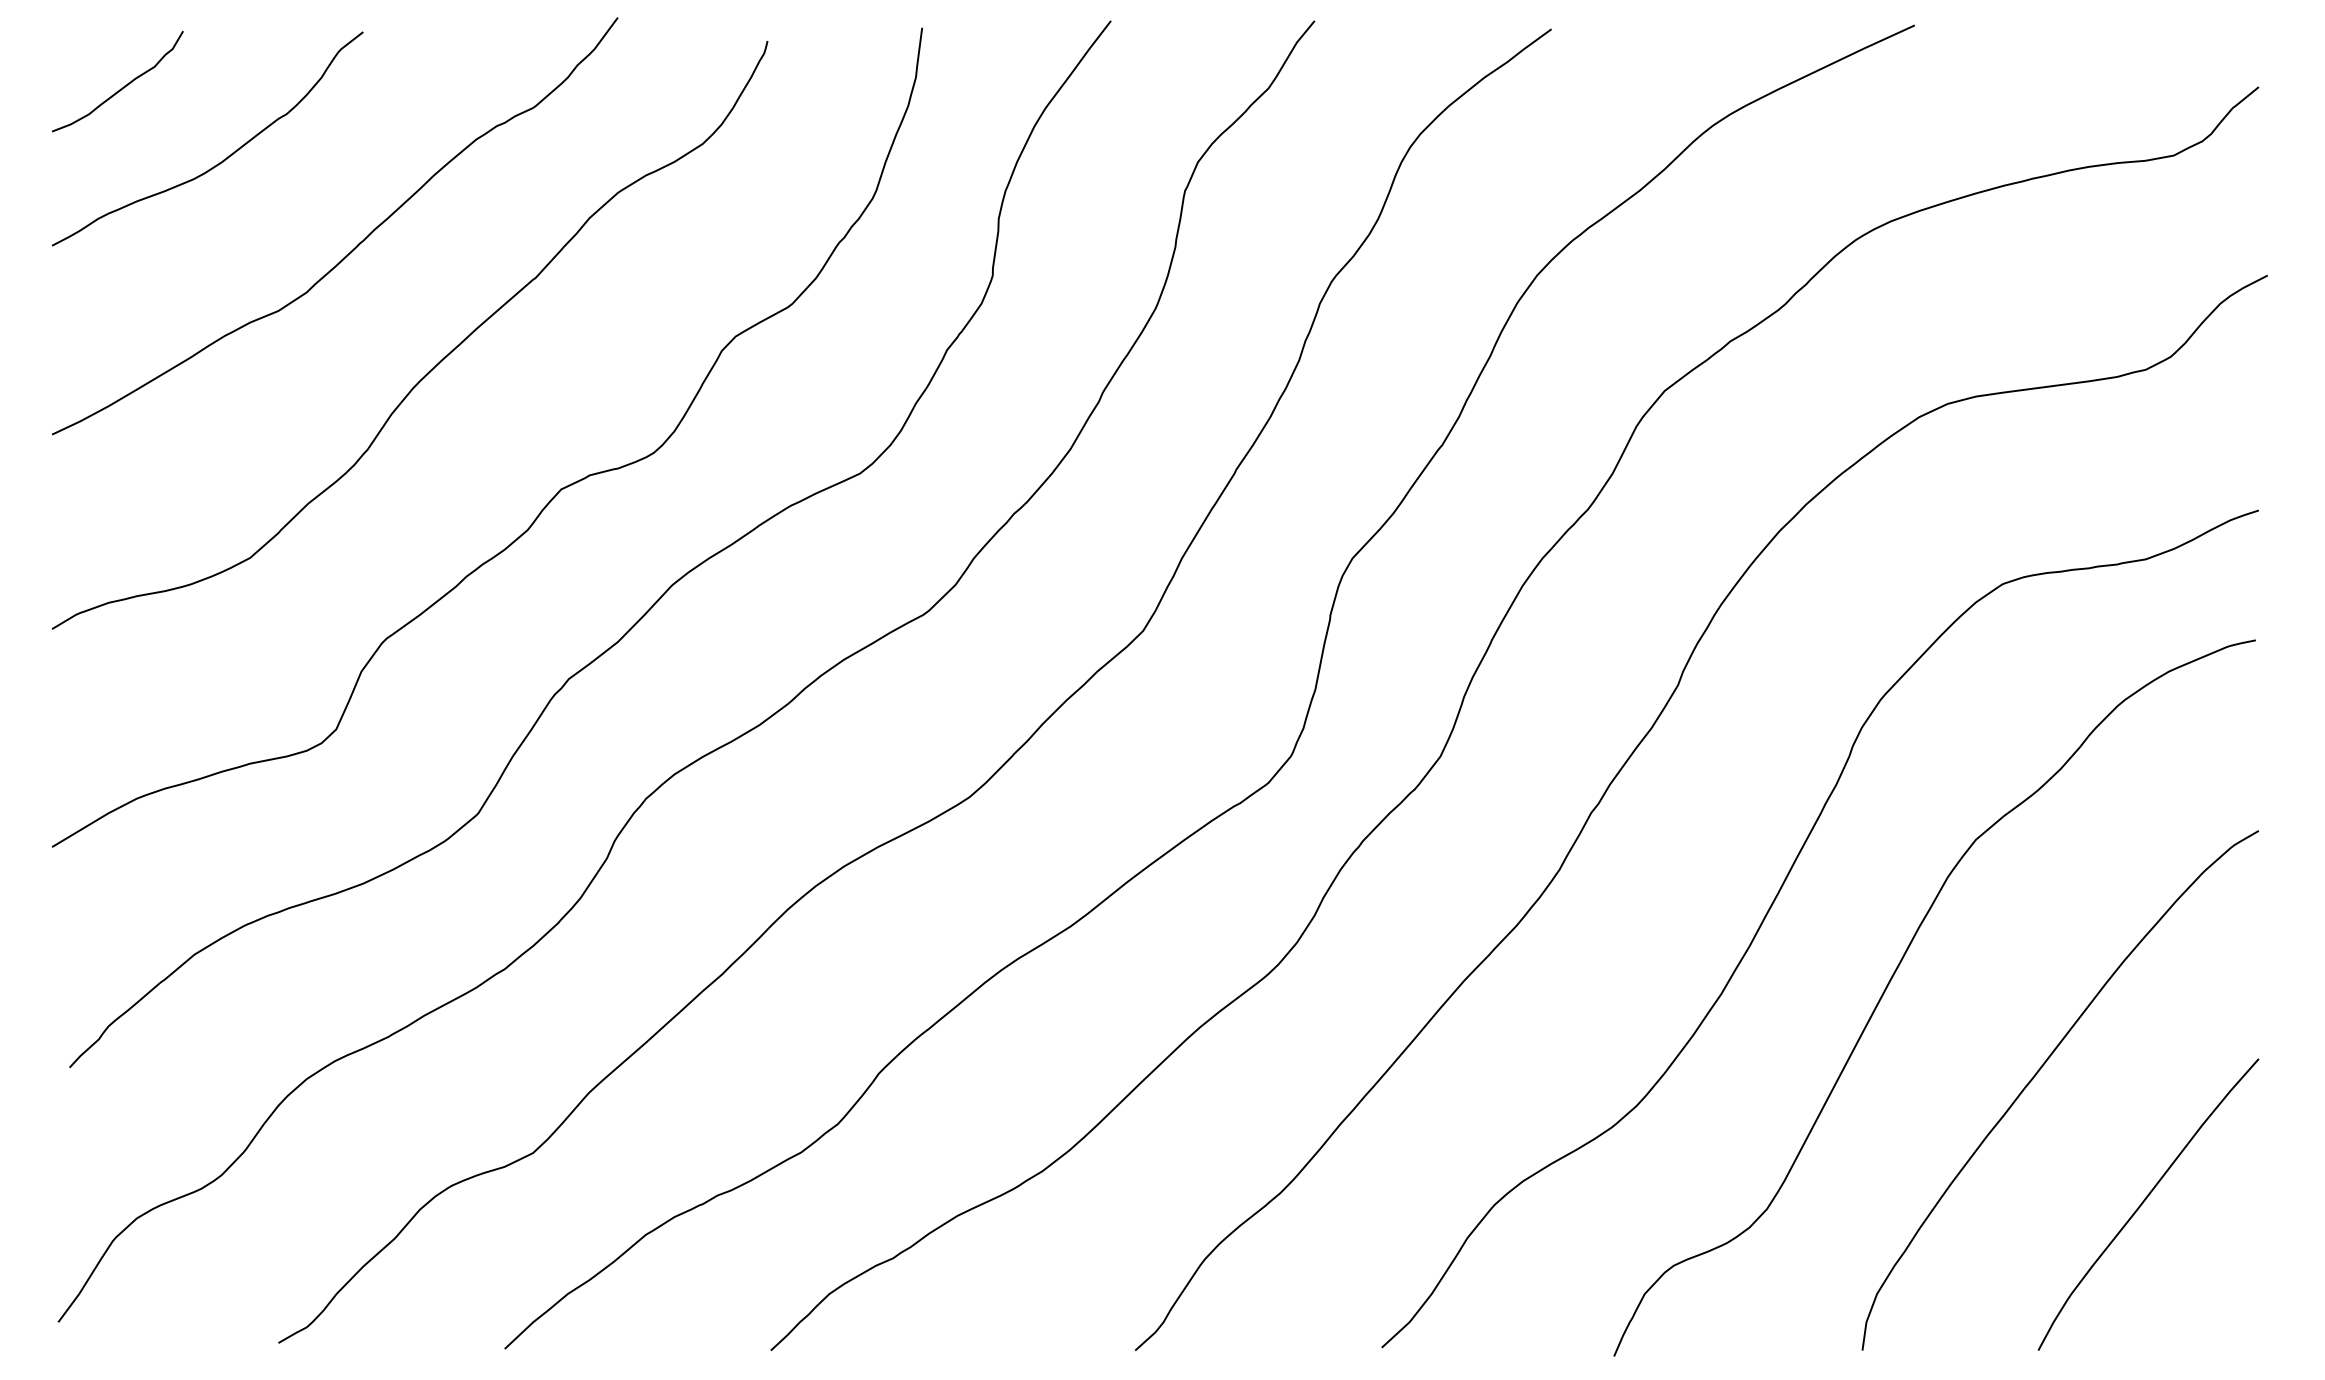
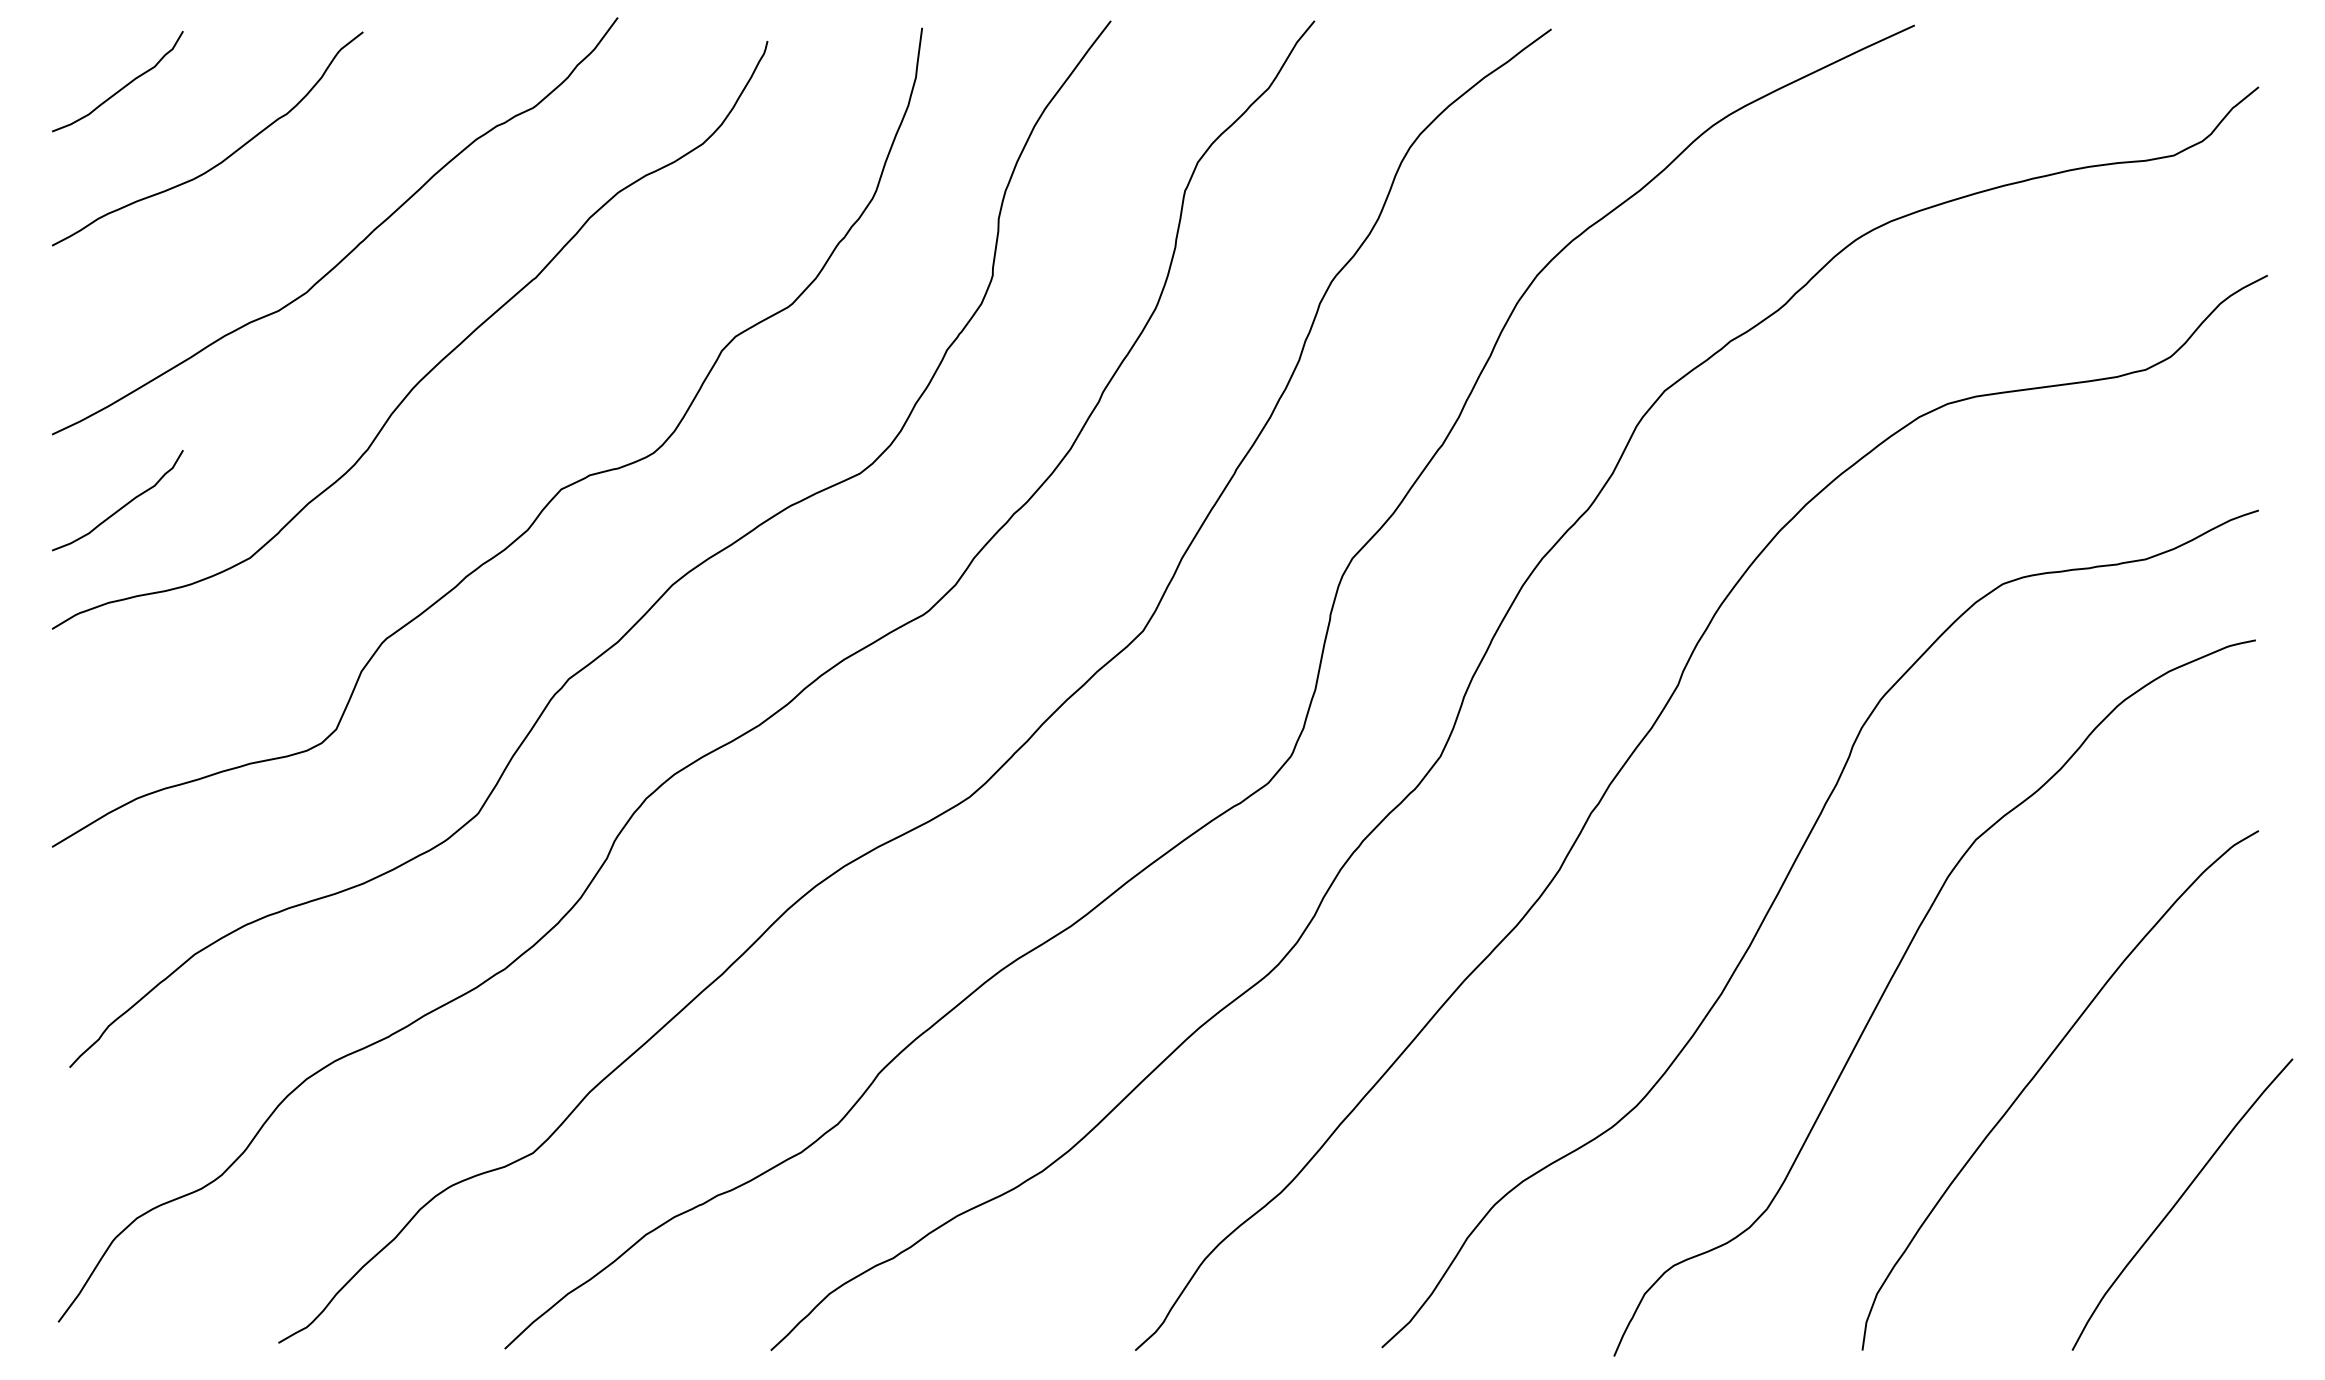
curve at (120, 507): none -> present
curve at (2144, 1202) position: (2144, 1202) -> (2178, 1202)
